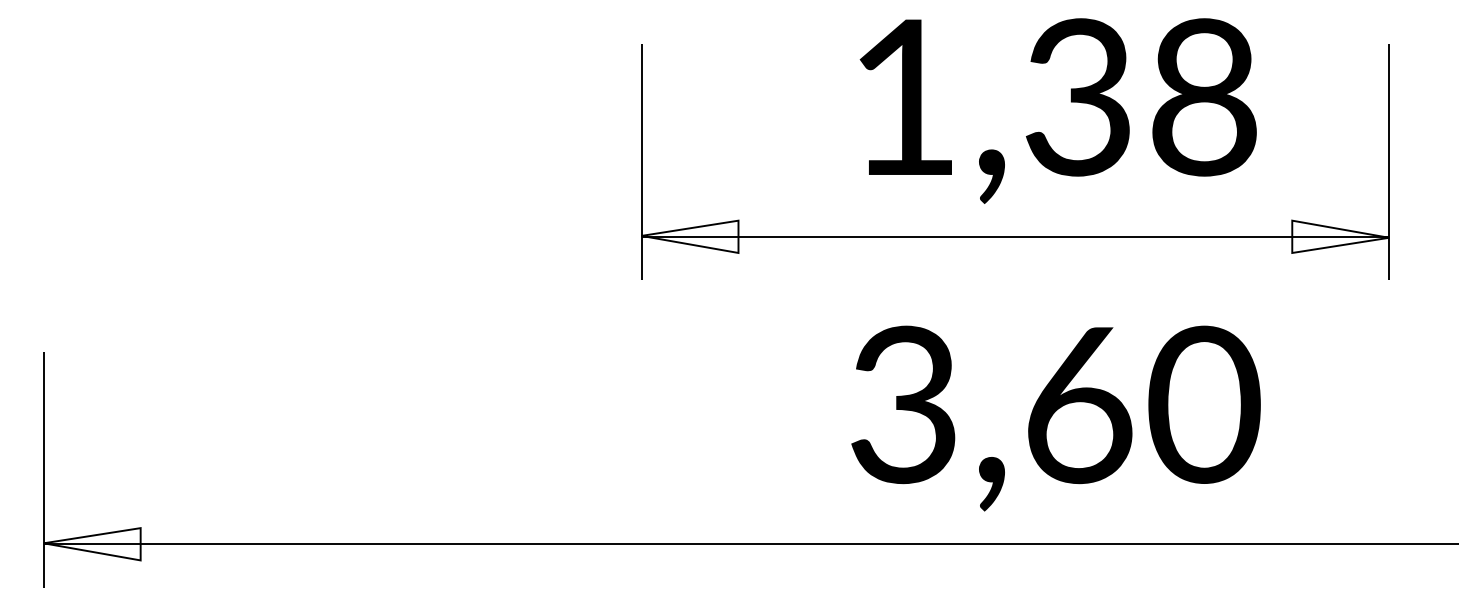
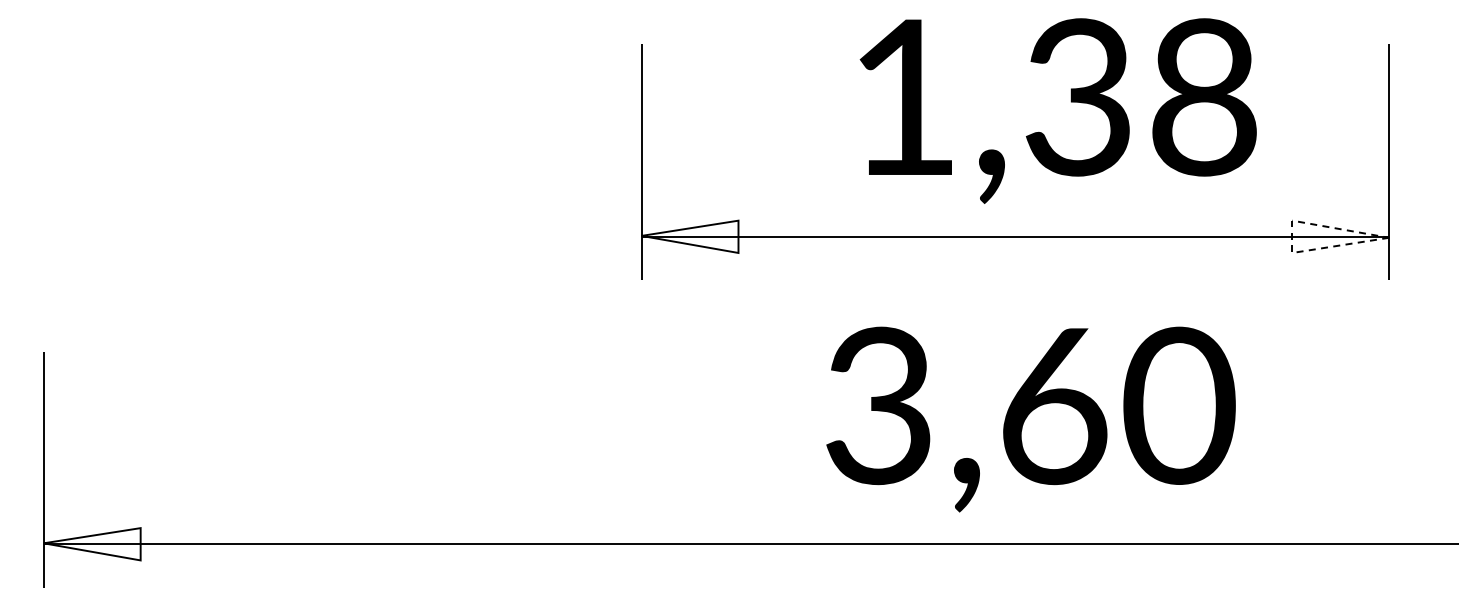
line at (1292, 236): solid -> dashed
text at (1055, 418) position: (1055, 418) -> (1030, 419)
